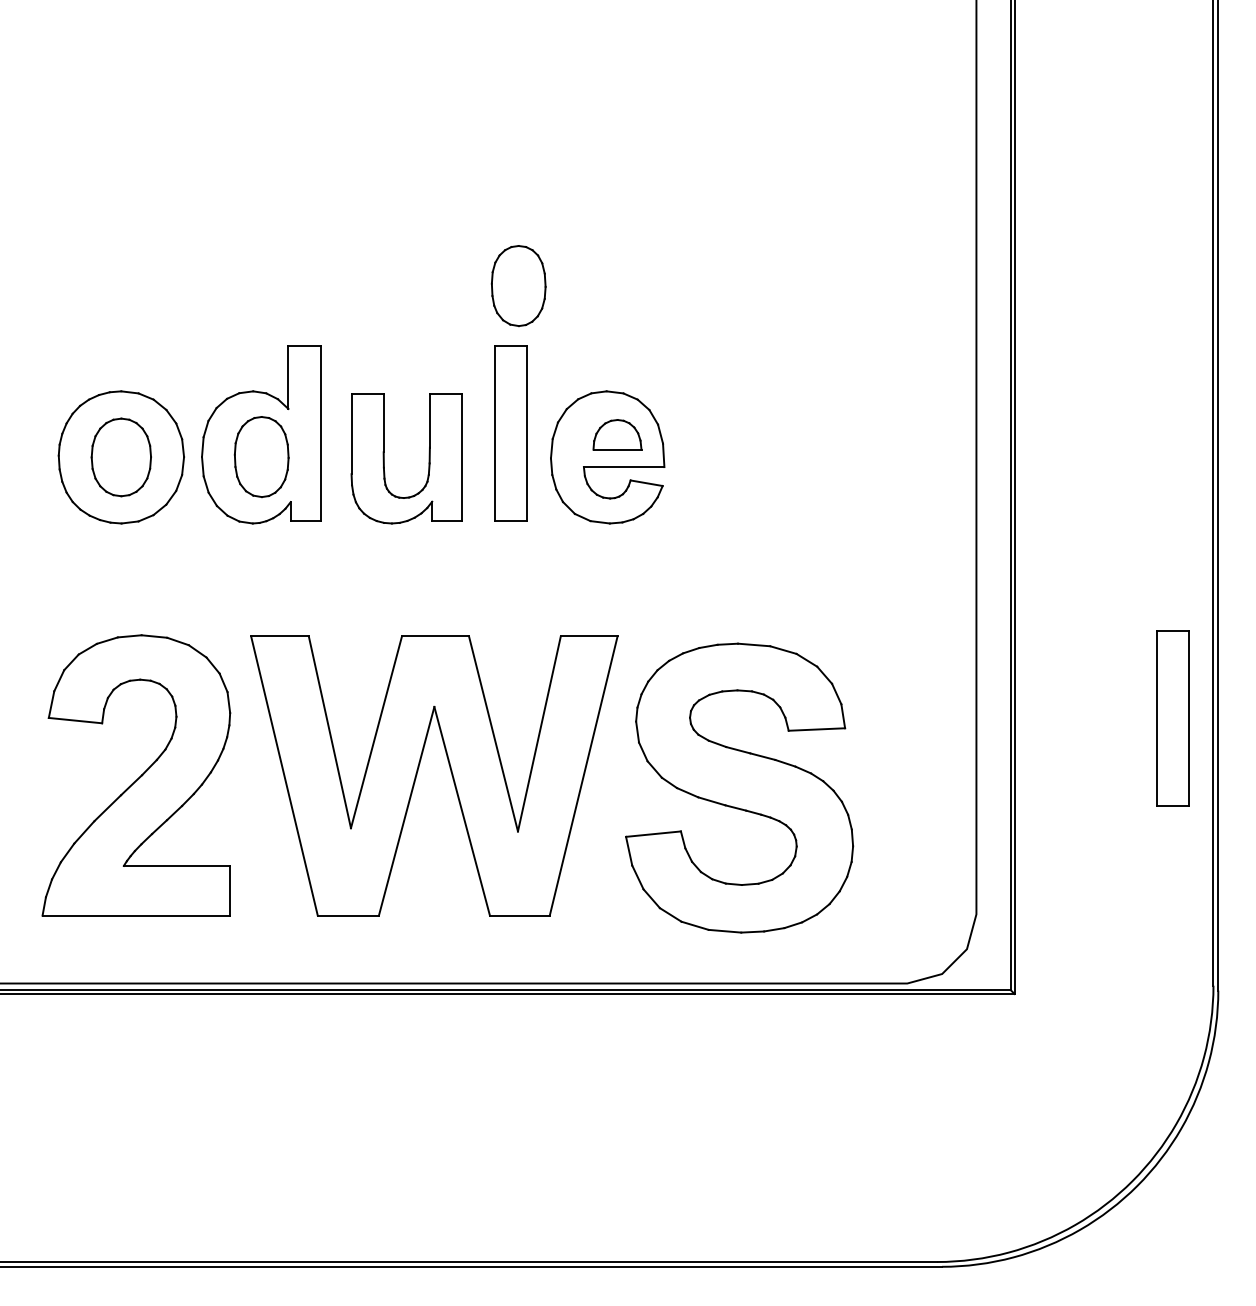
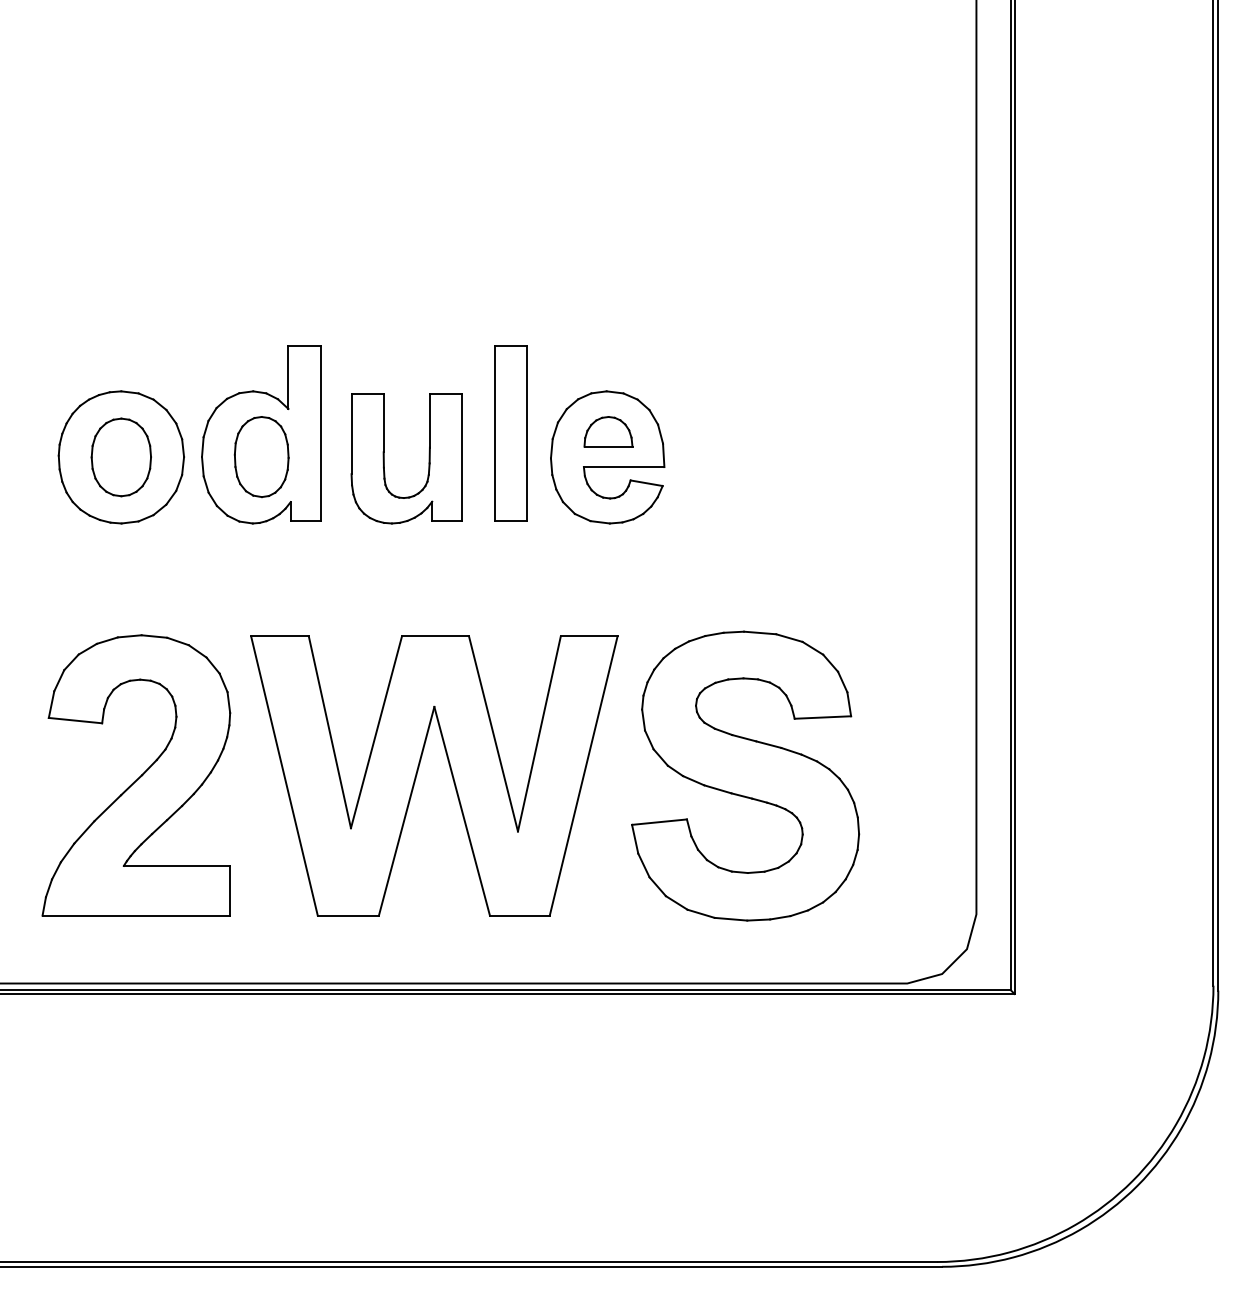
part at (518, 286): present -> none
part at (617, 434) position: (617, 434) -> (608, 431)
part at (1172, 718): present -> none
part at (739, 787) position: (739, 787) -> (745, 775)
